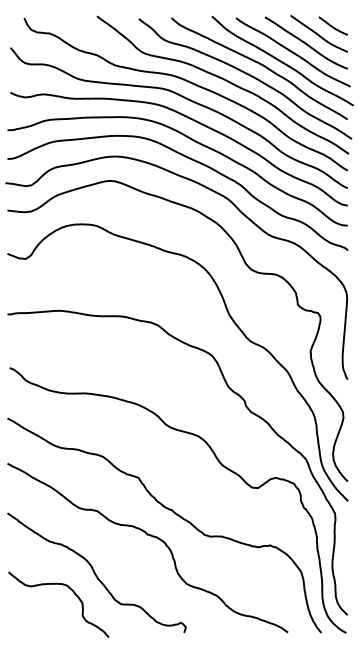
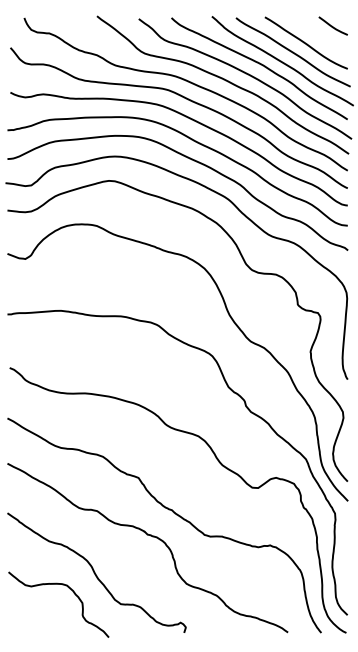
curve at (318, 33): present -> none
